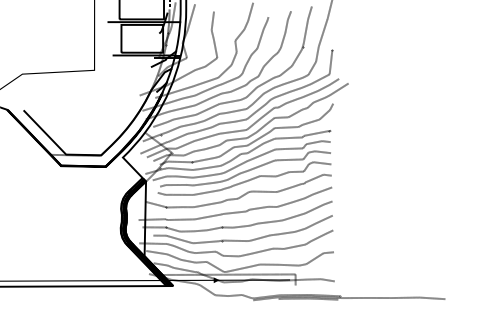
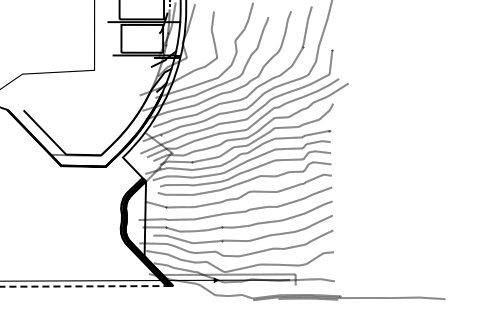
line at (87, 286): solid -> dashed
